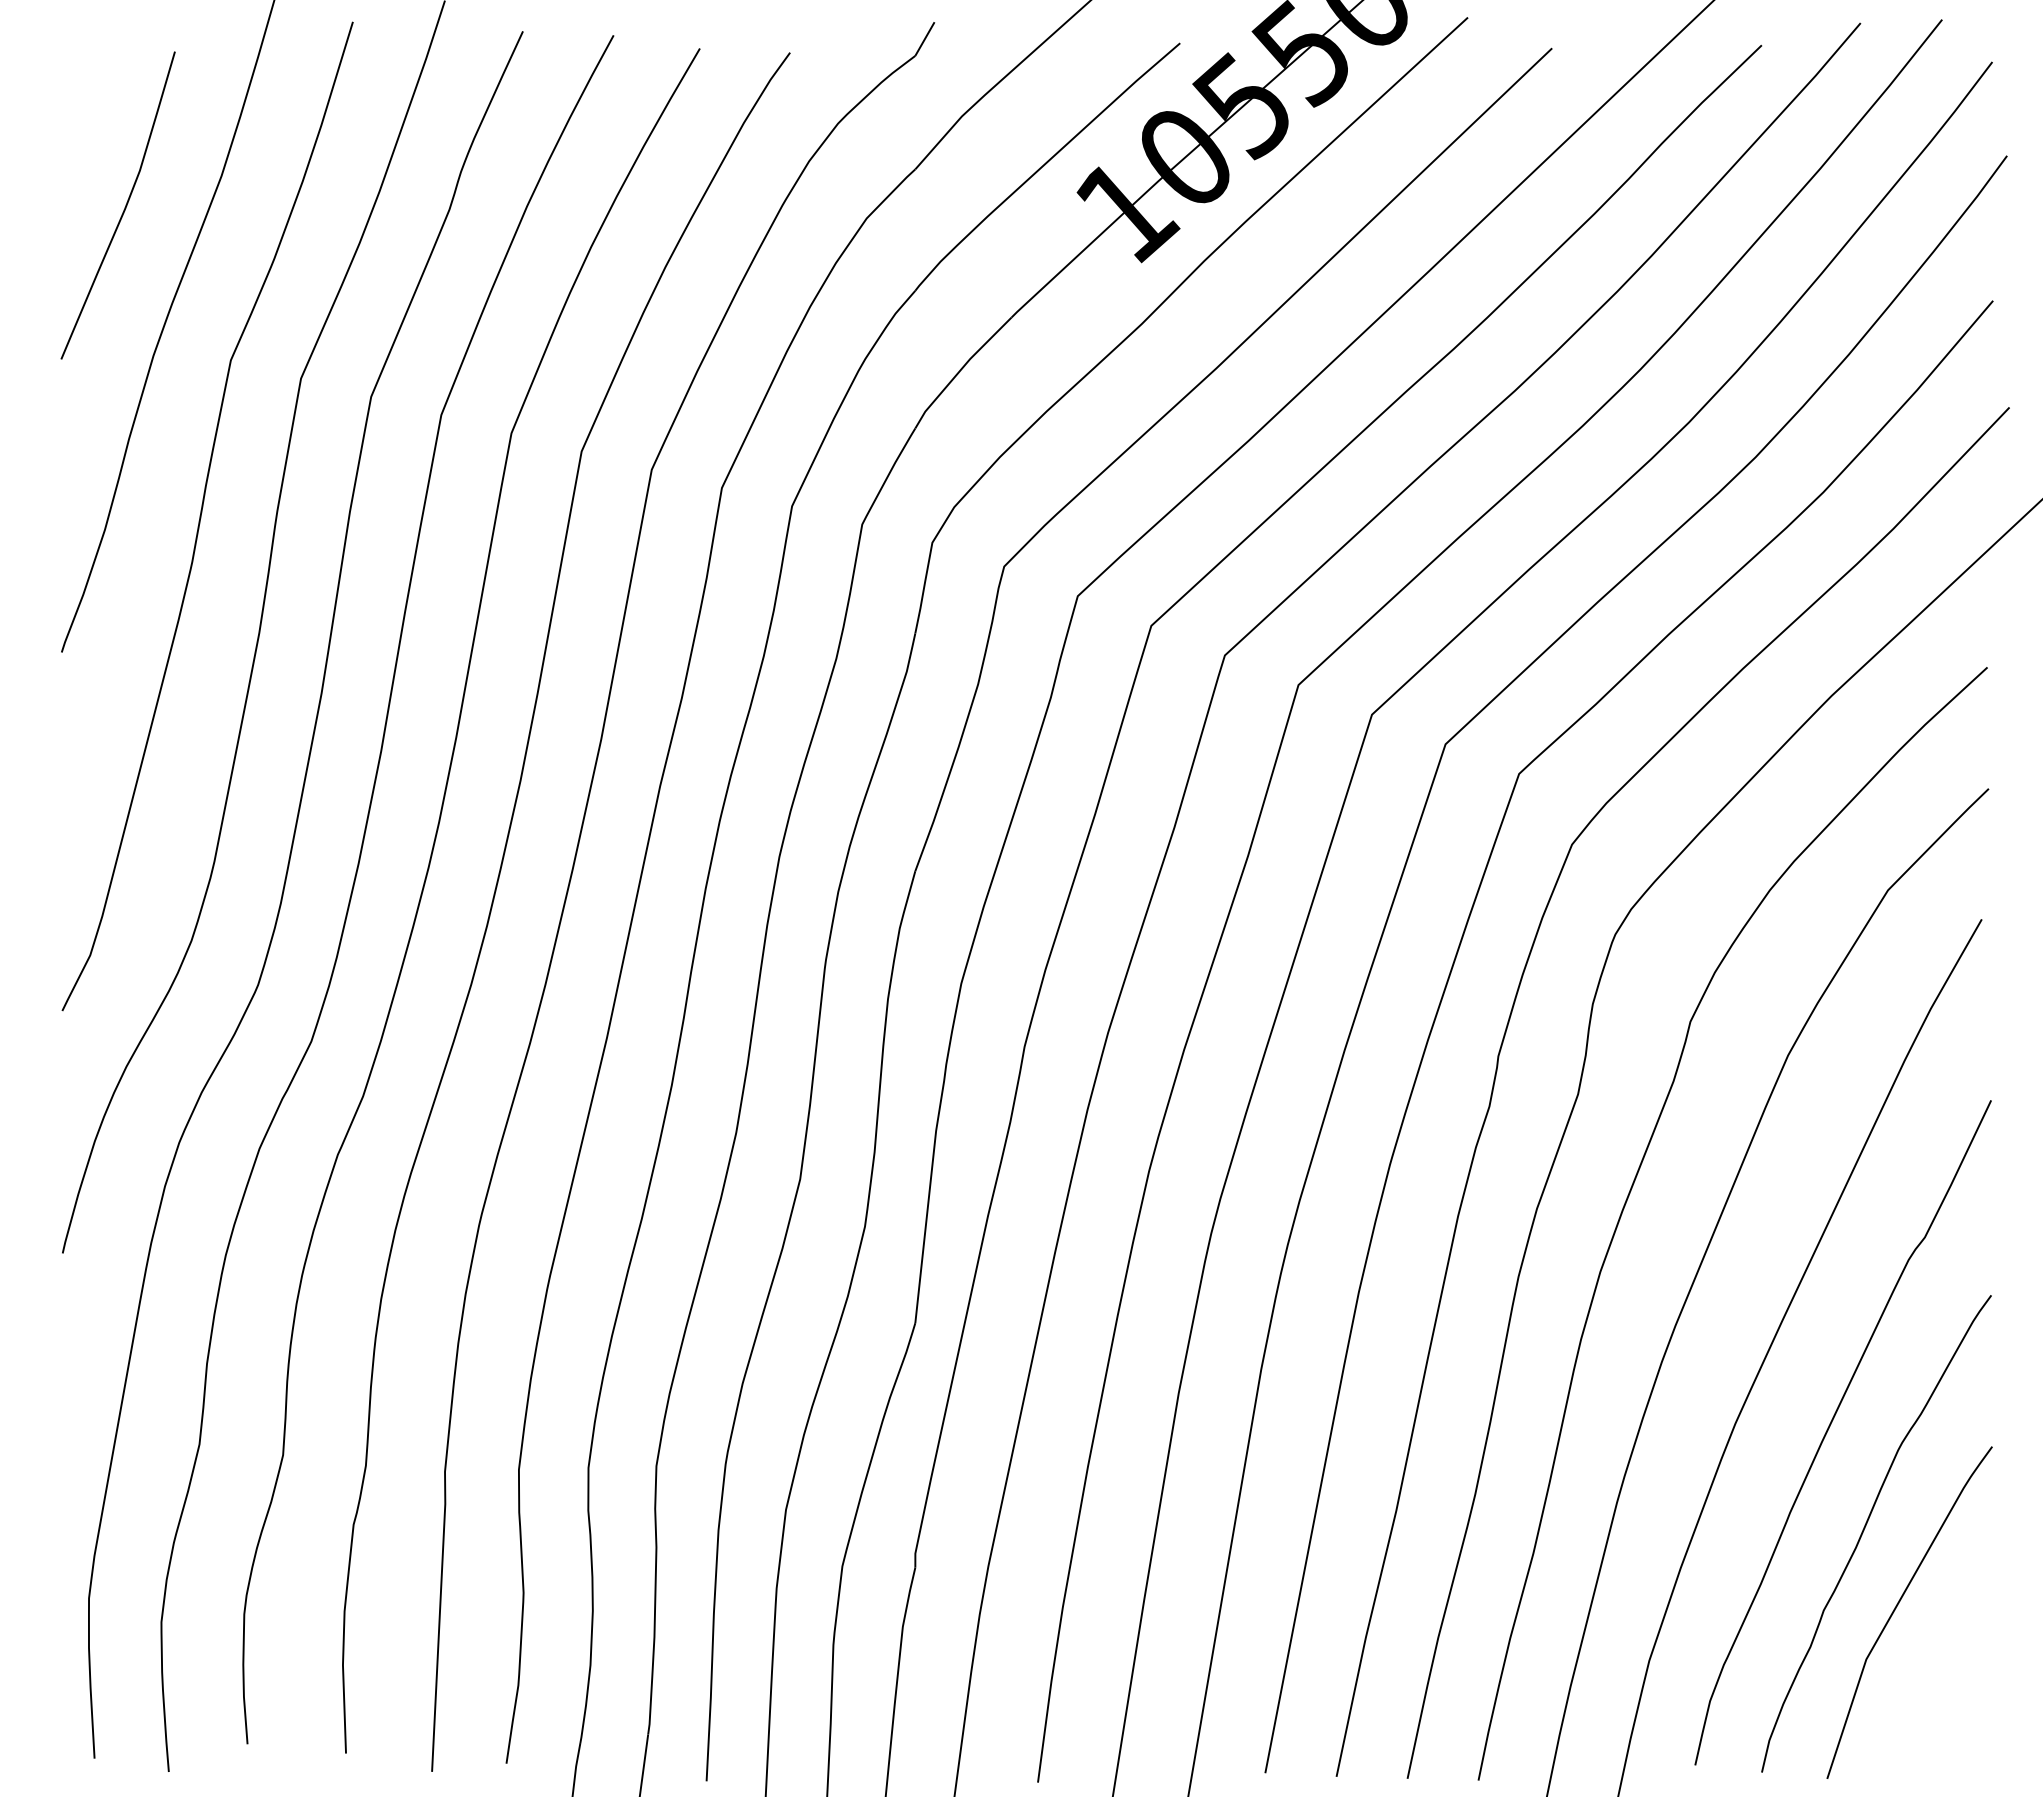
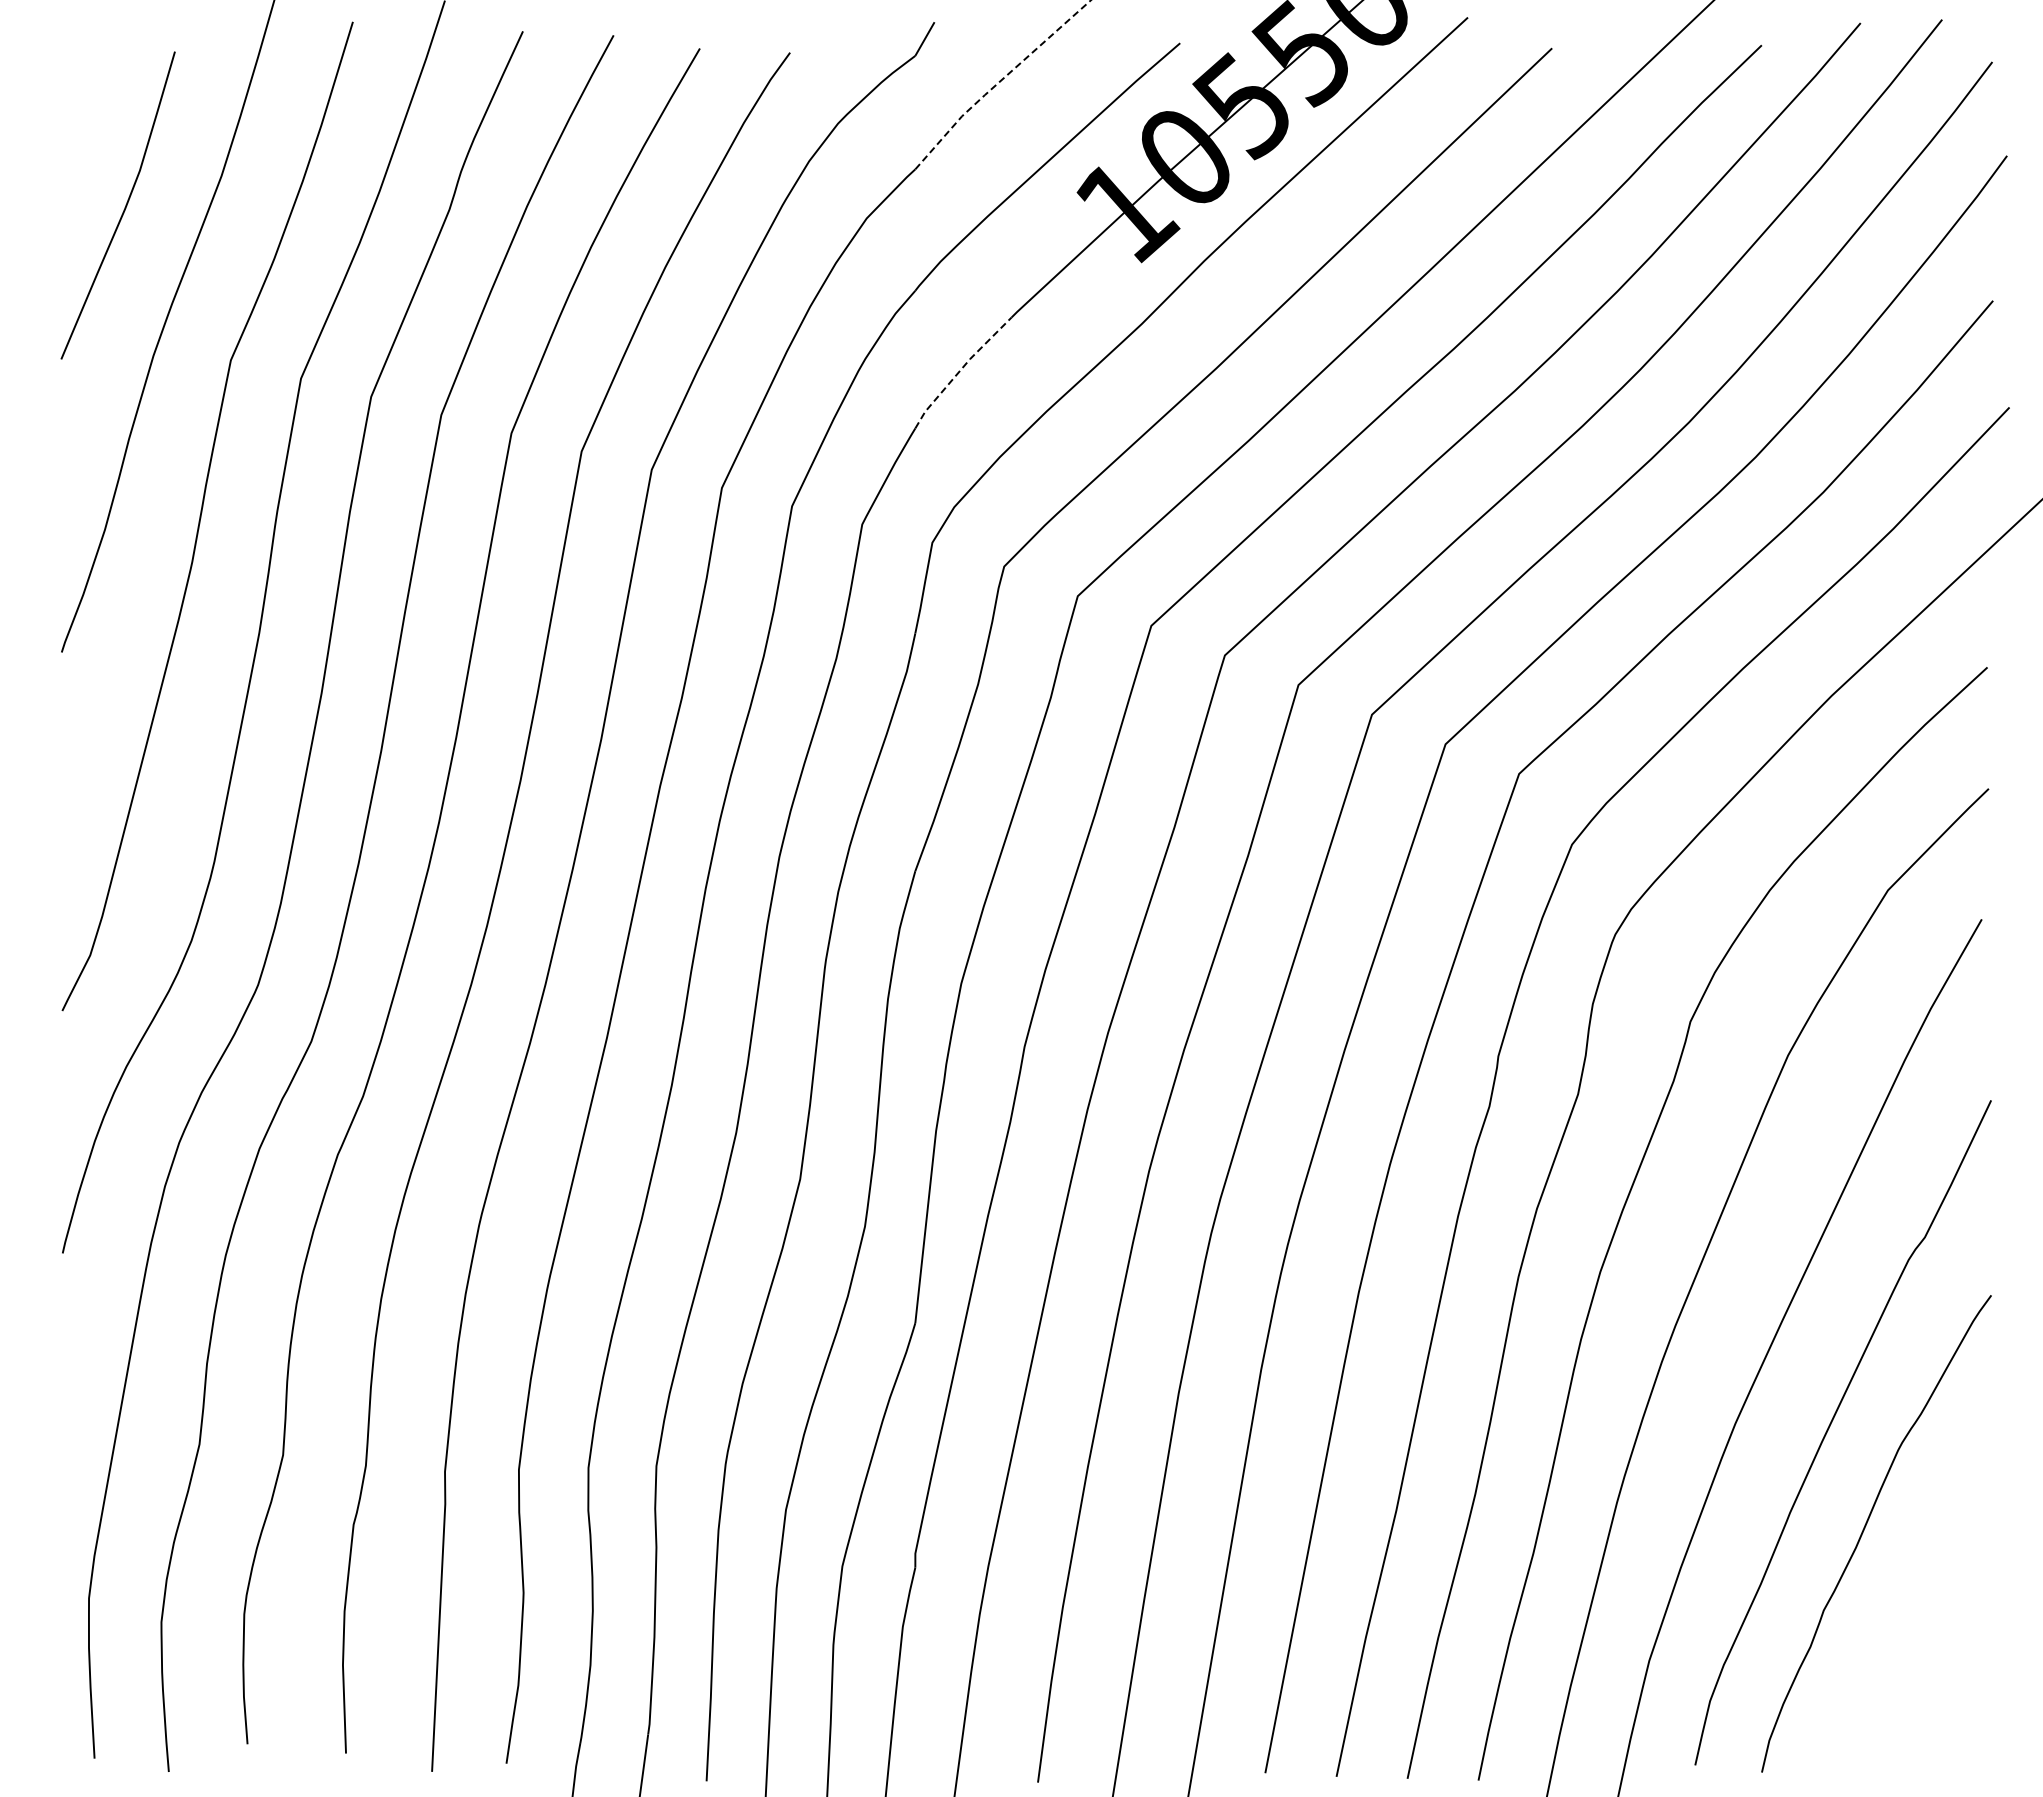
line at (998, 82): solid -> dashed
line at (960, 370): solid -> dashed
curve at (1898, 1605): present -> none
